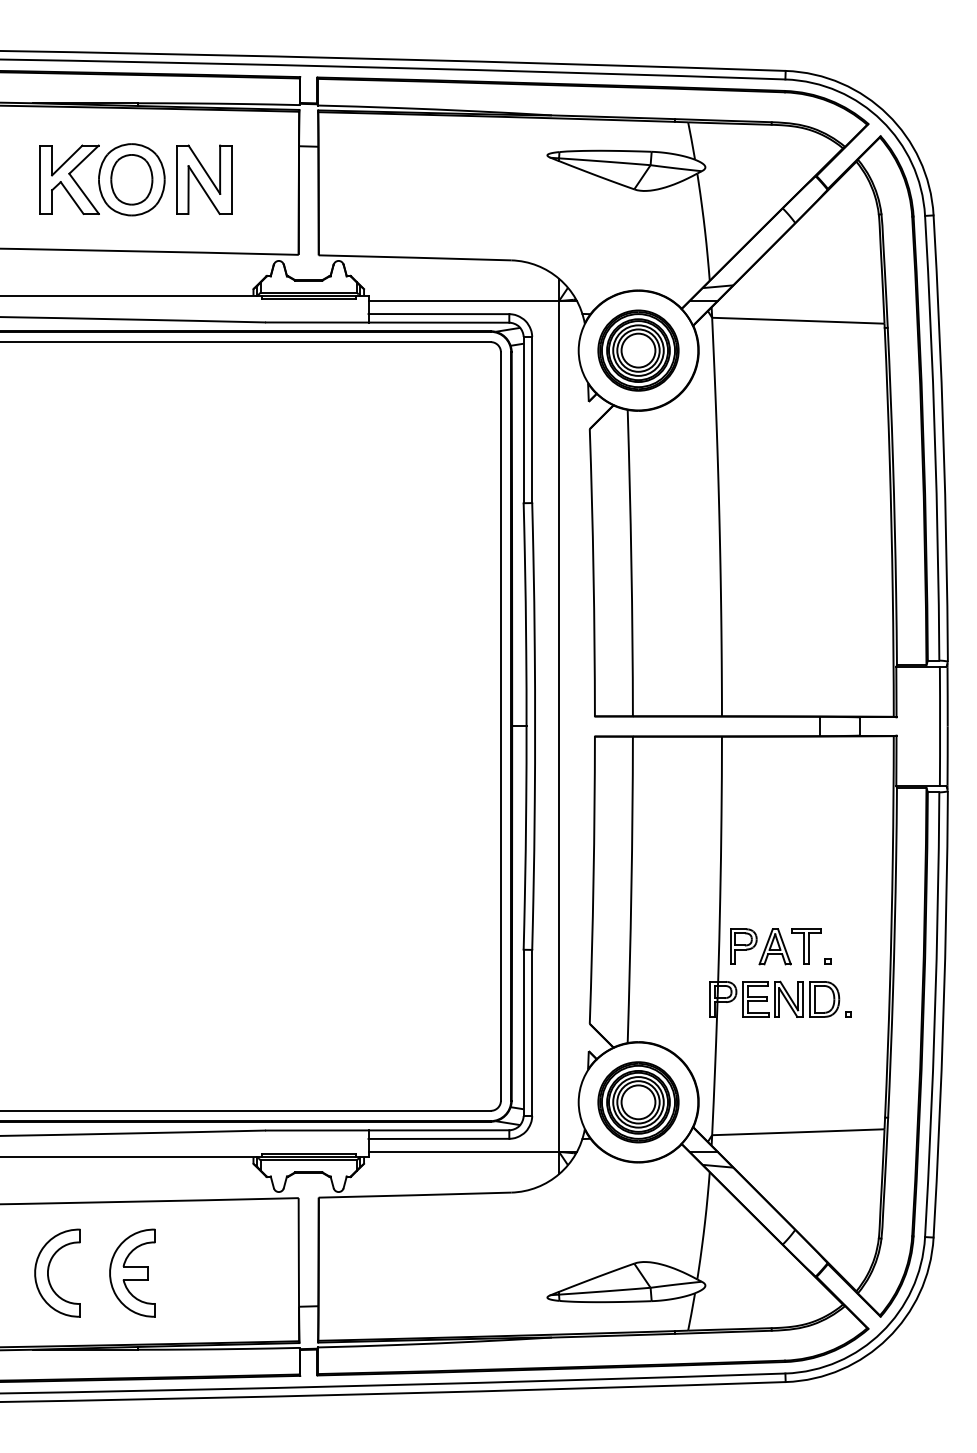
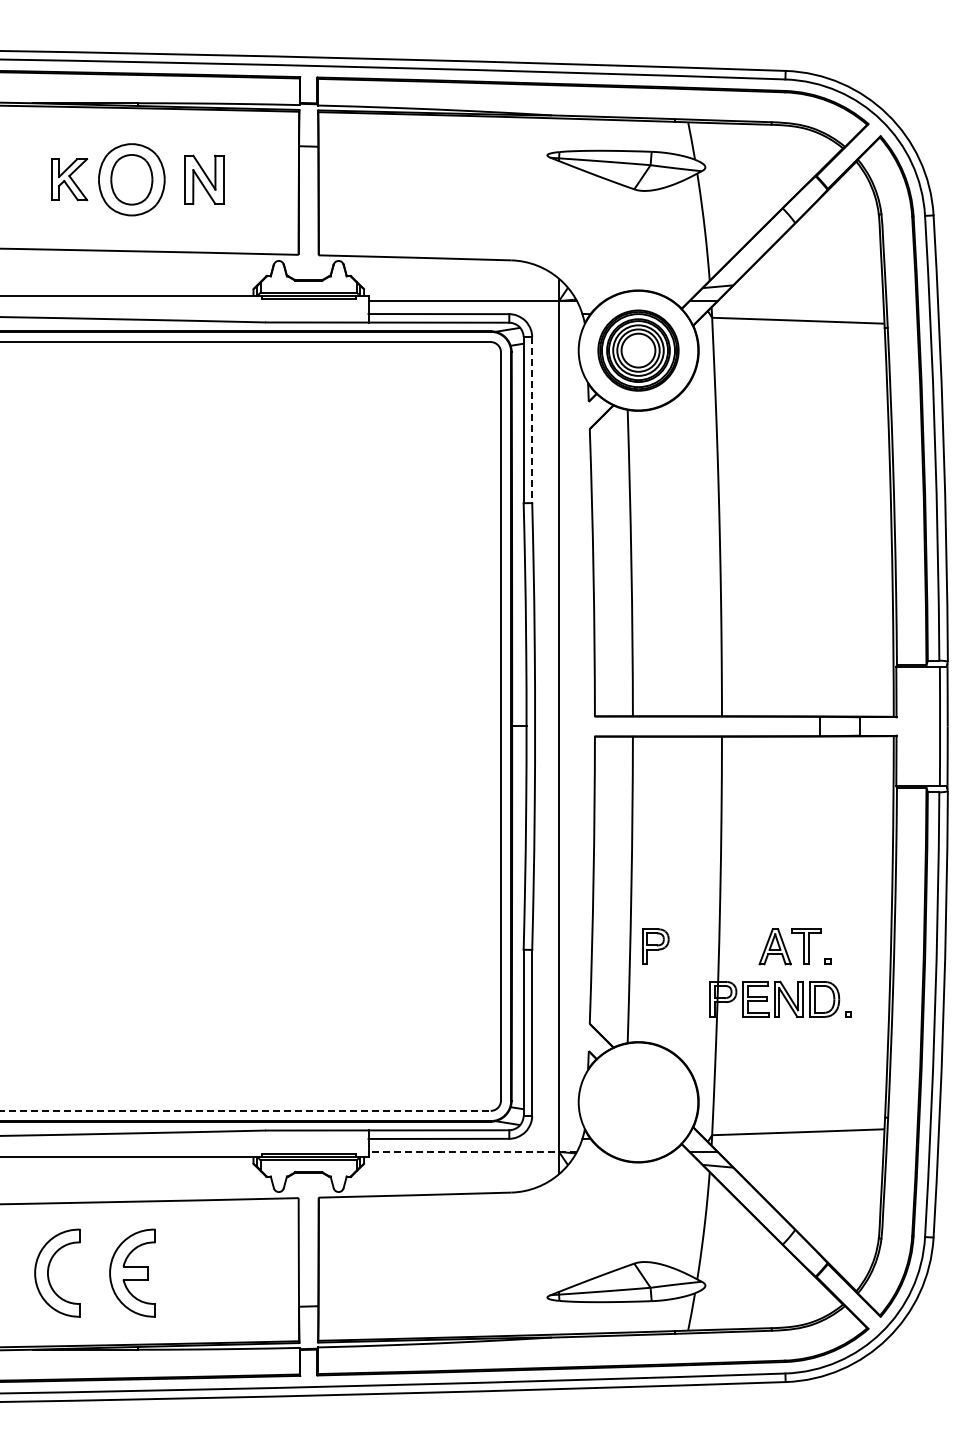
part at (69, 179) size: 61x71 px -> 38x44 px
part at (204, 179) size: 57x71 px -> 41x51 px
line at (532, 420): solid -> dashed
part at (743, 946) position: (743, 946) -> (655, 946)
part at (638, 1102): present -> none
line at (245, 1110): solid -> dashed
line at (472, 1151): solid -> dashed
